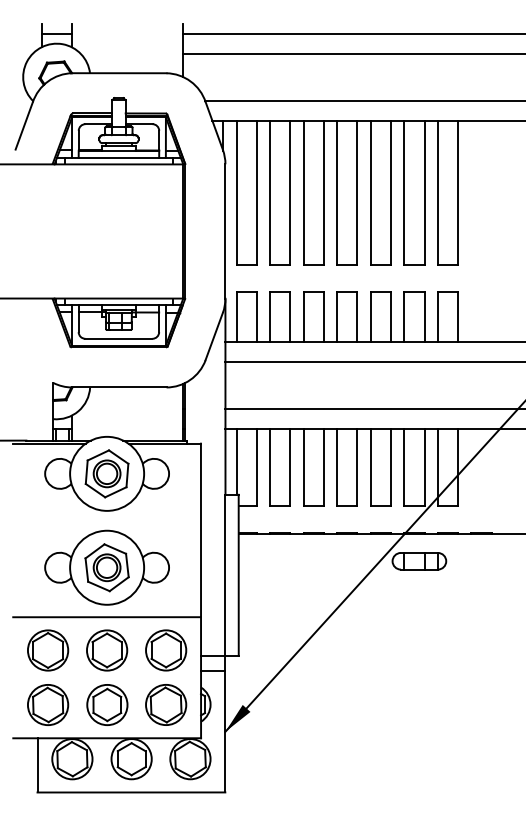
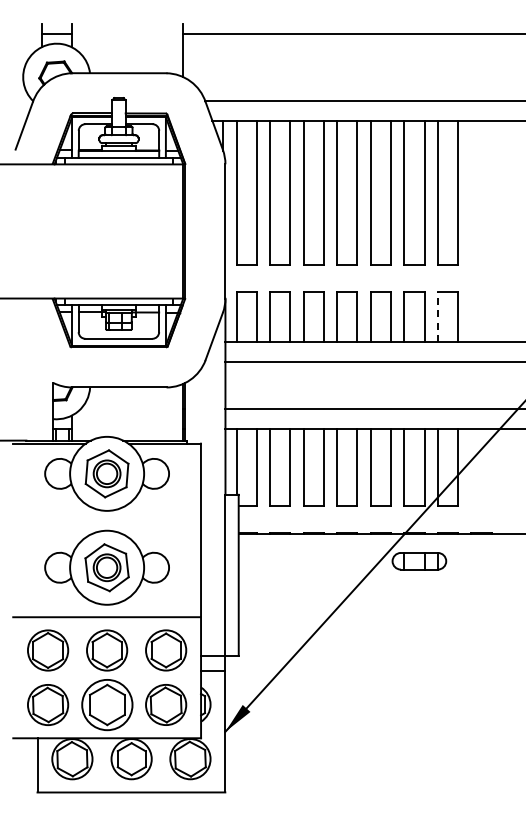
line at (352, 53): present -> none
line at (437, 316): solid -> dashed
part at (107, 704) size: 43x42 px -> 53x53 px
